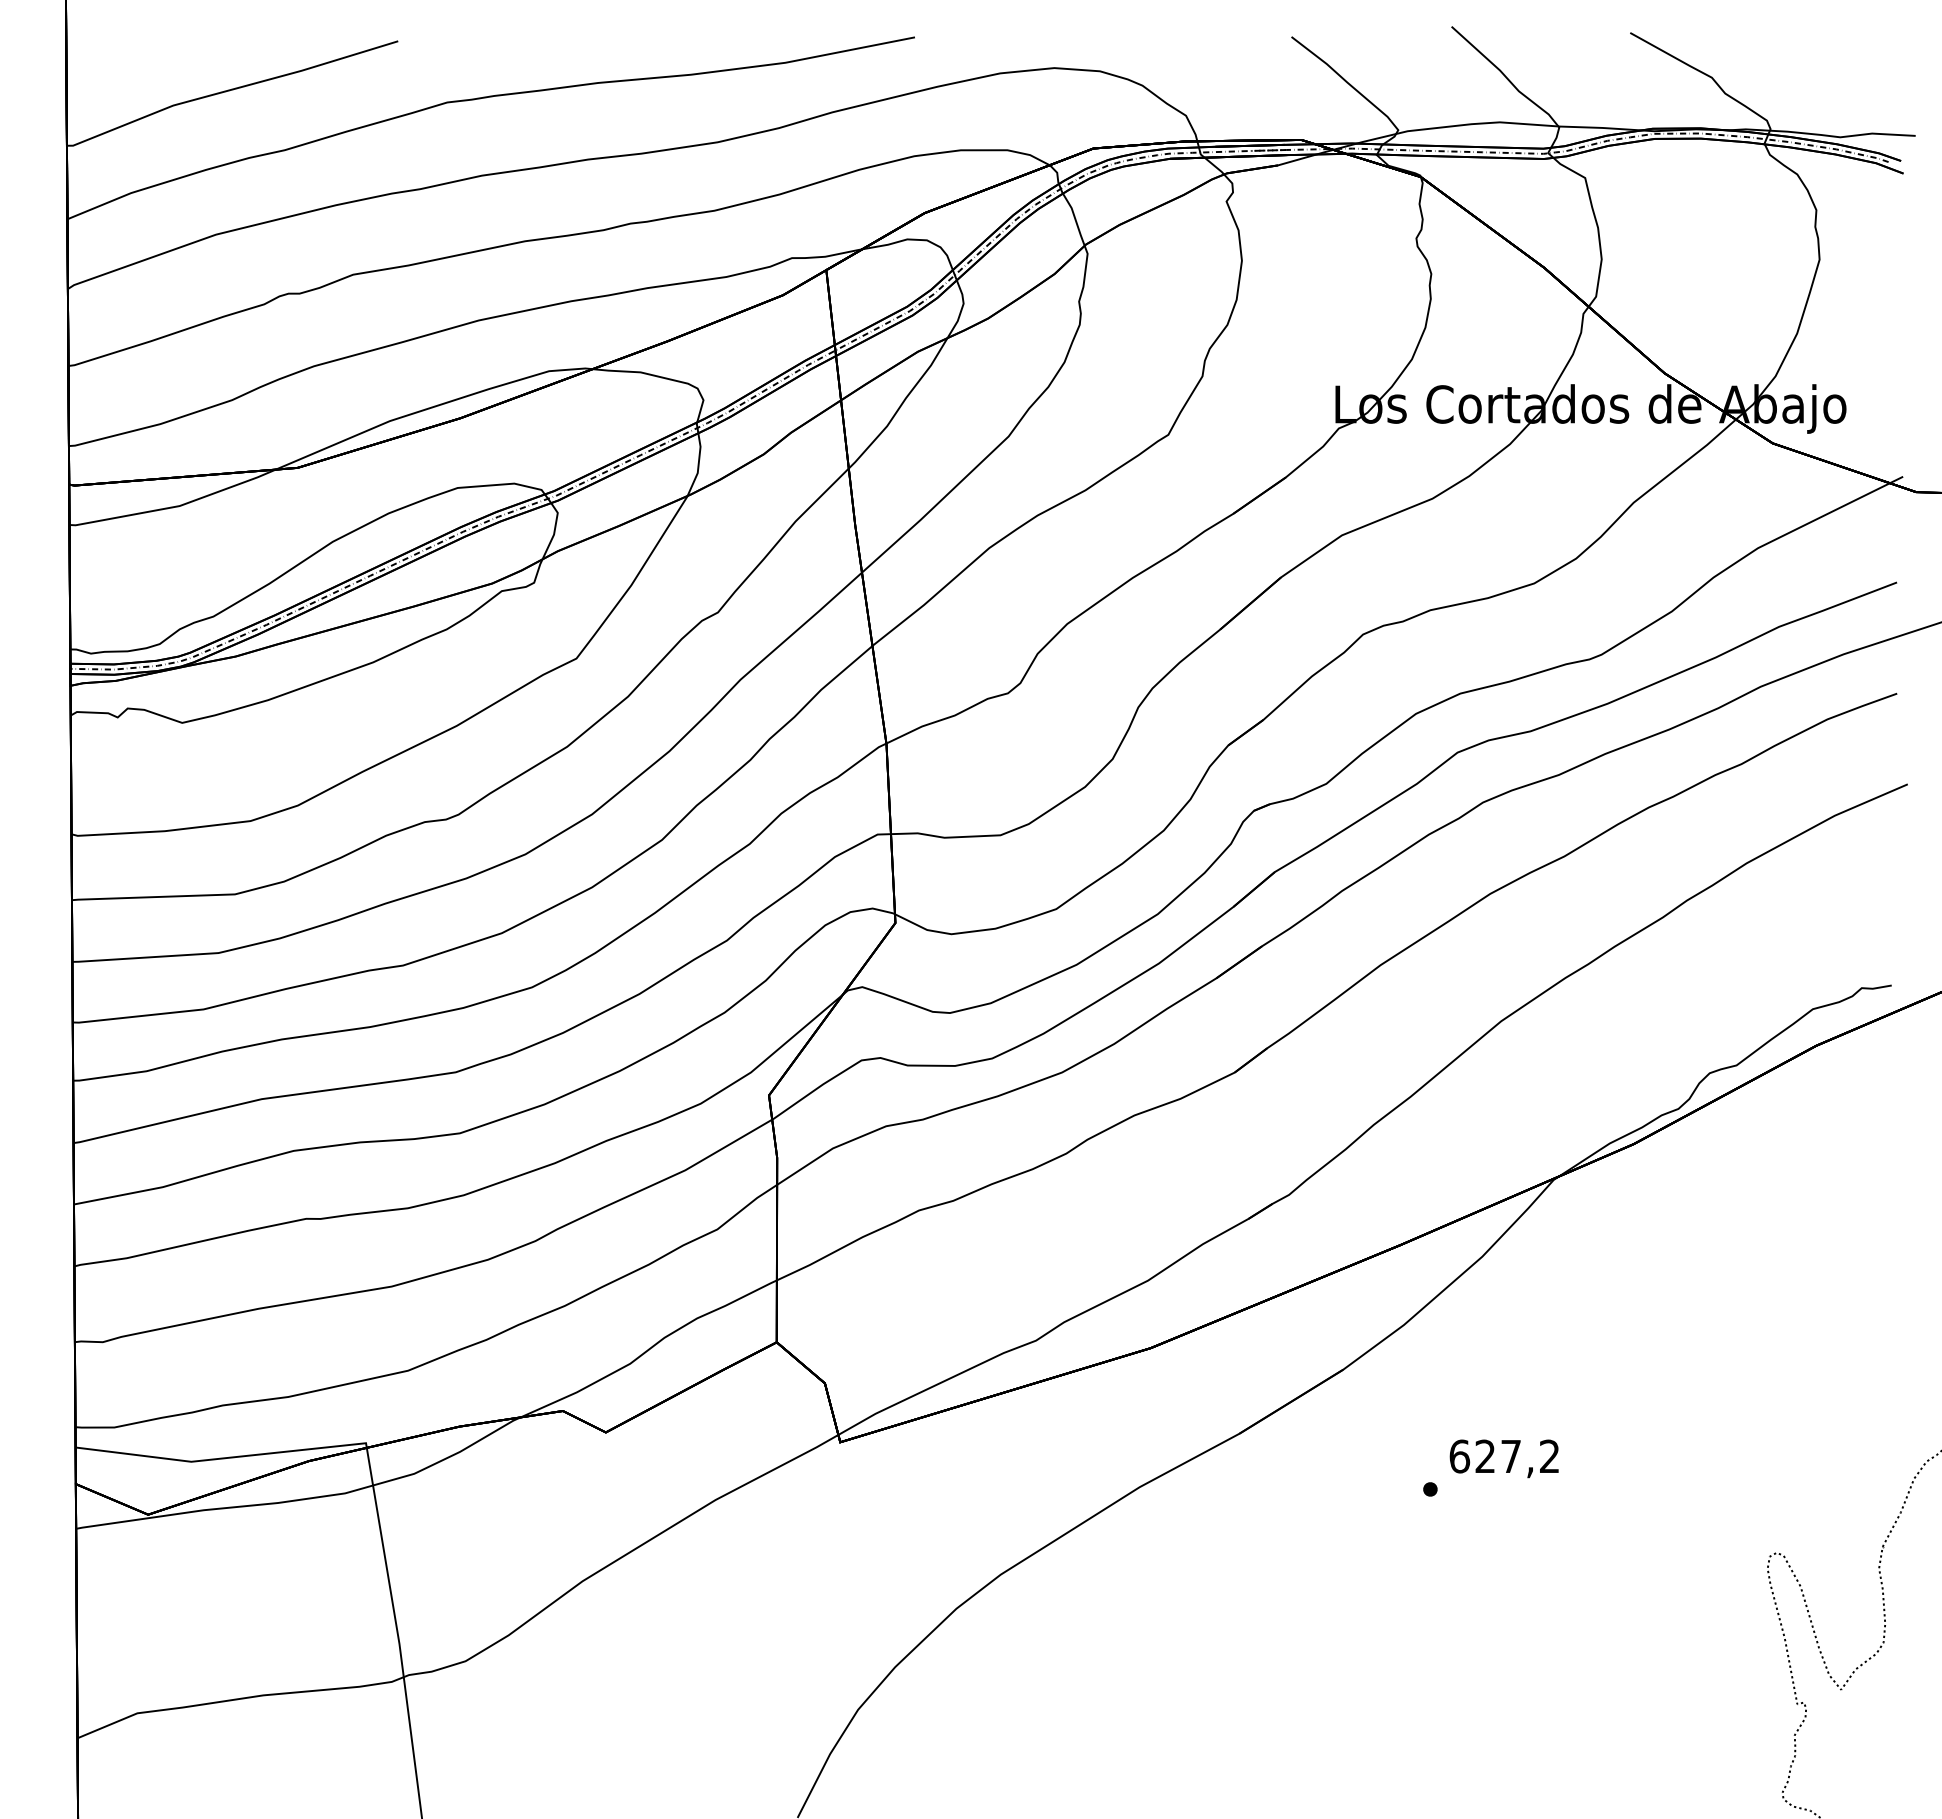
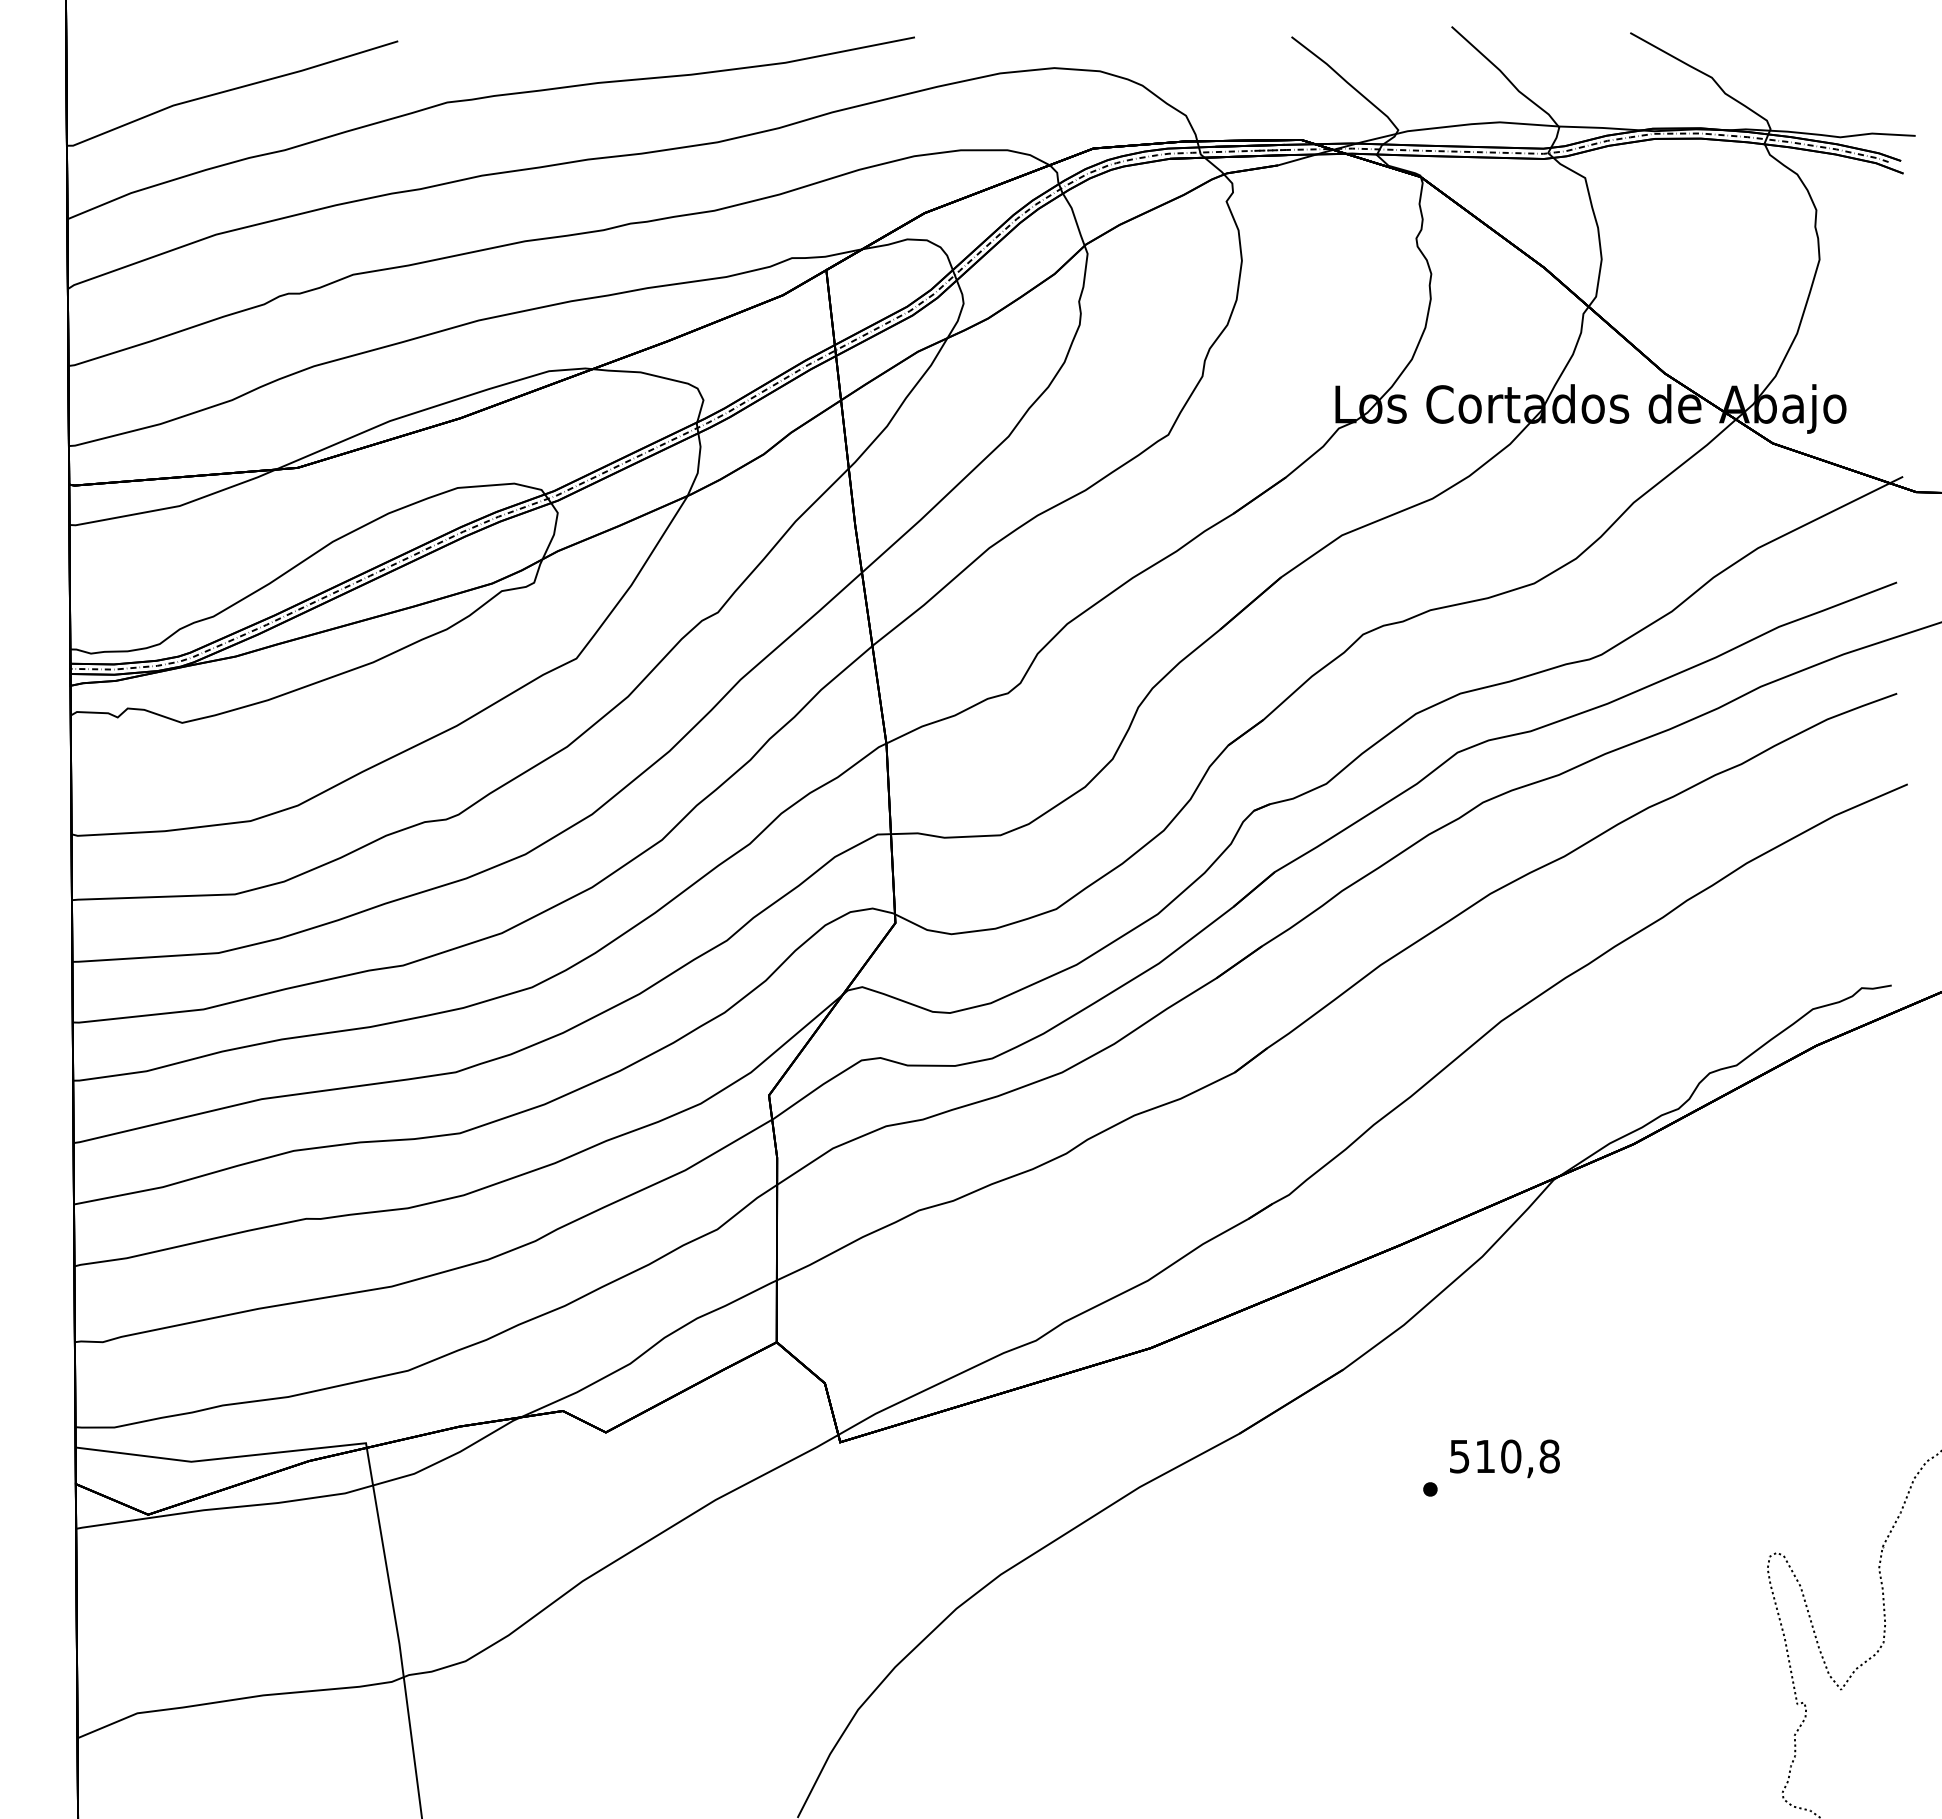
text at (1504, 1456): 627,2 -> 510,8
